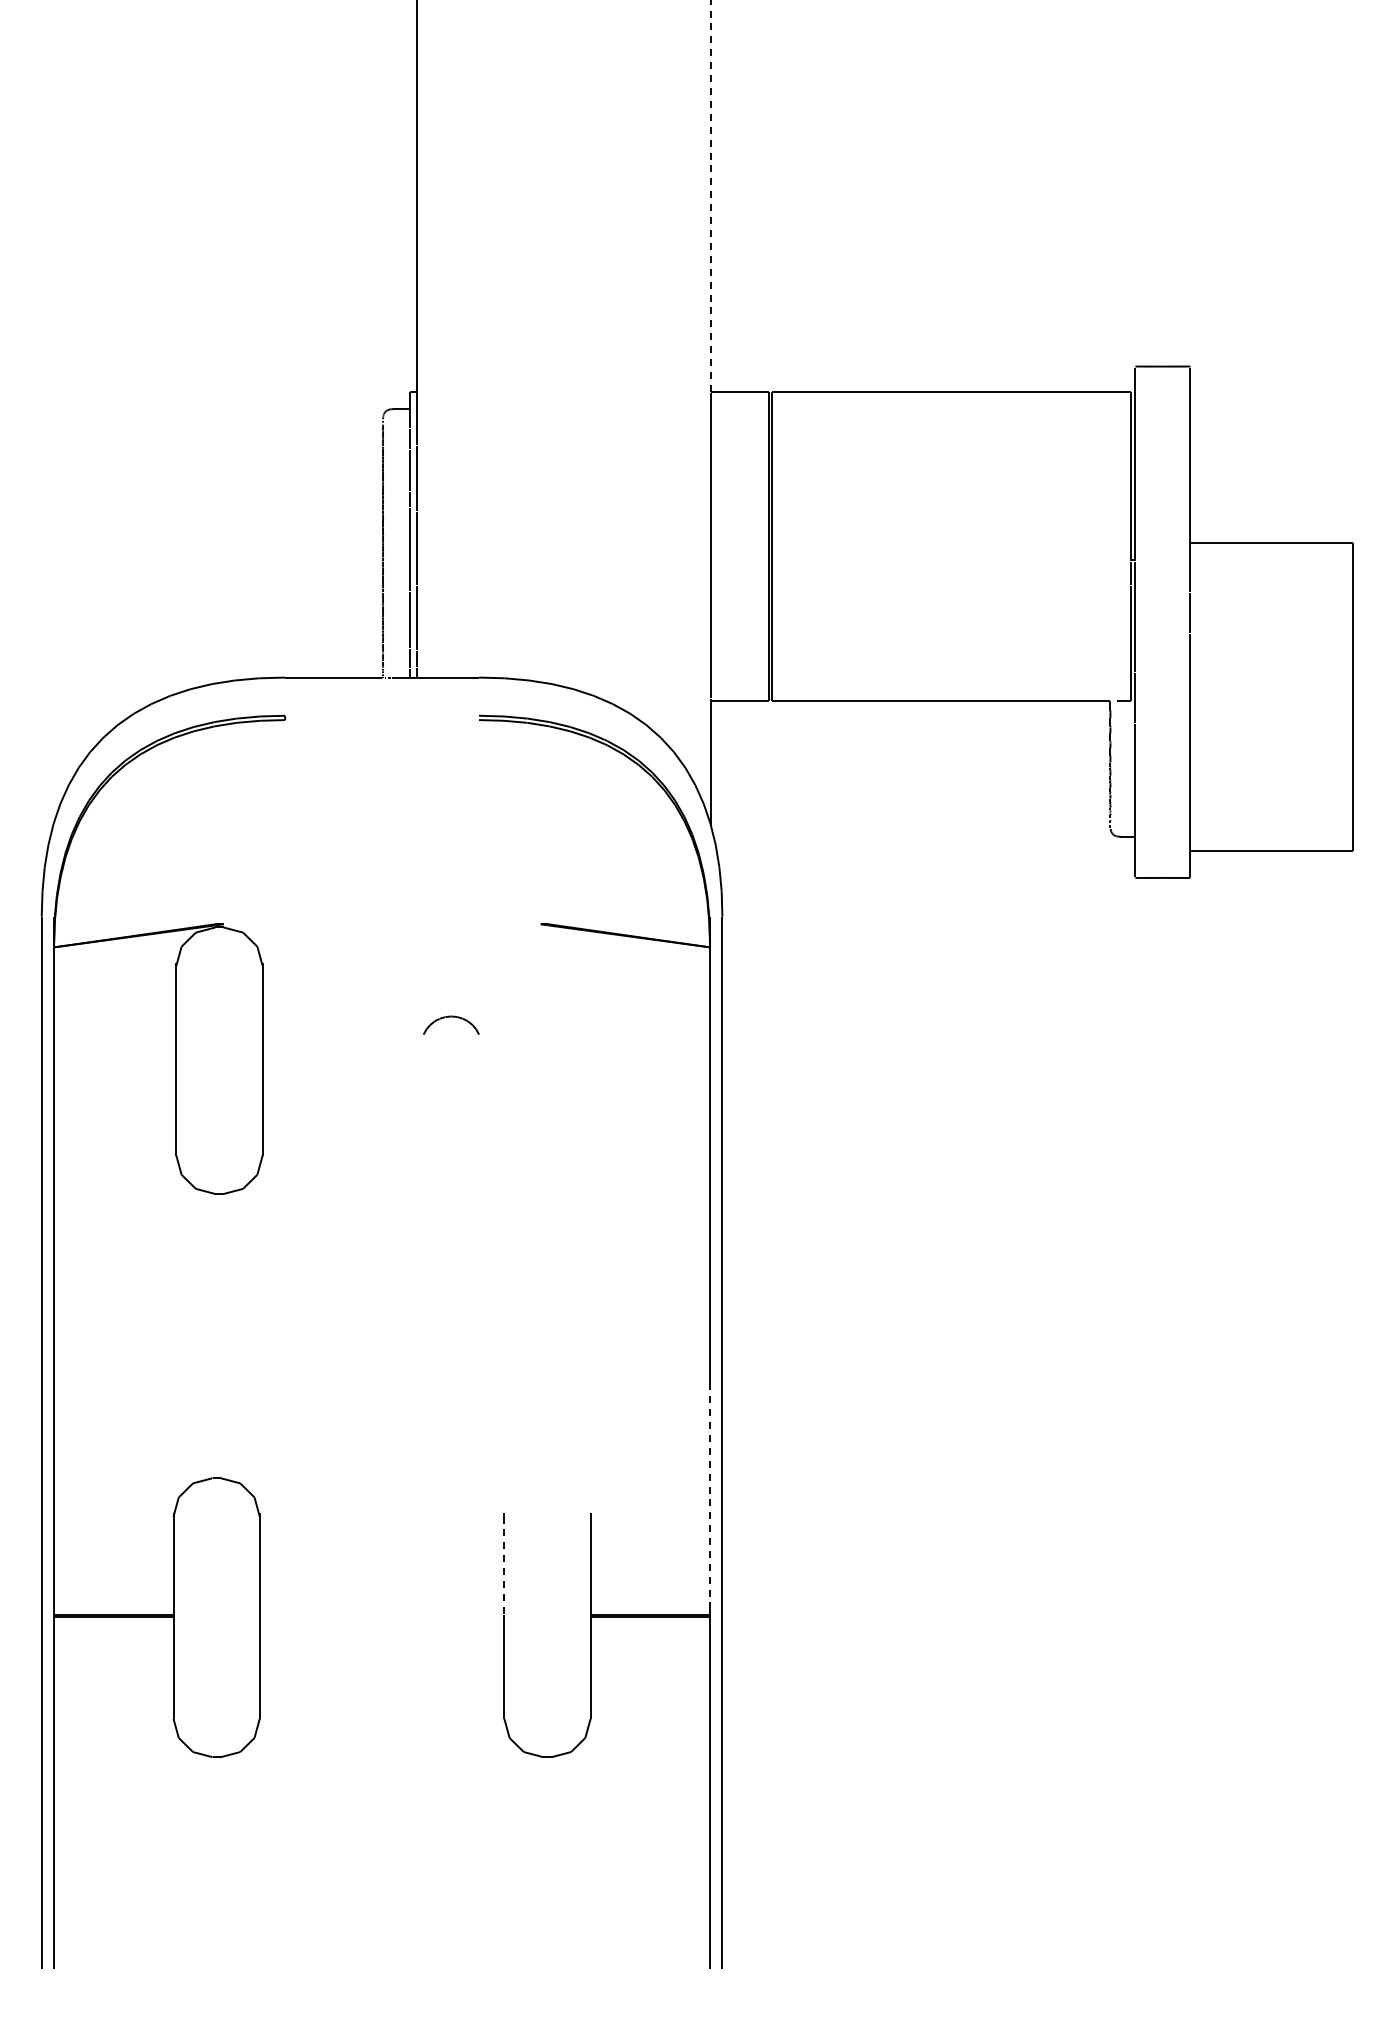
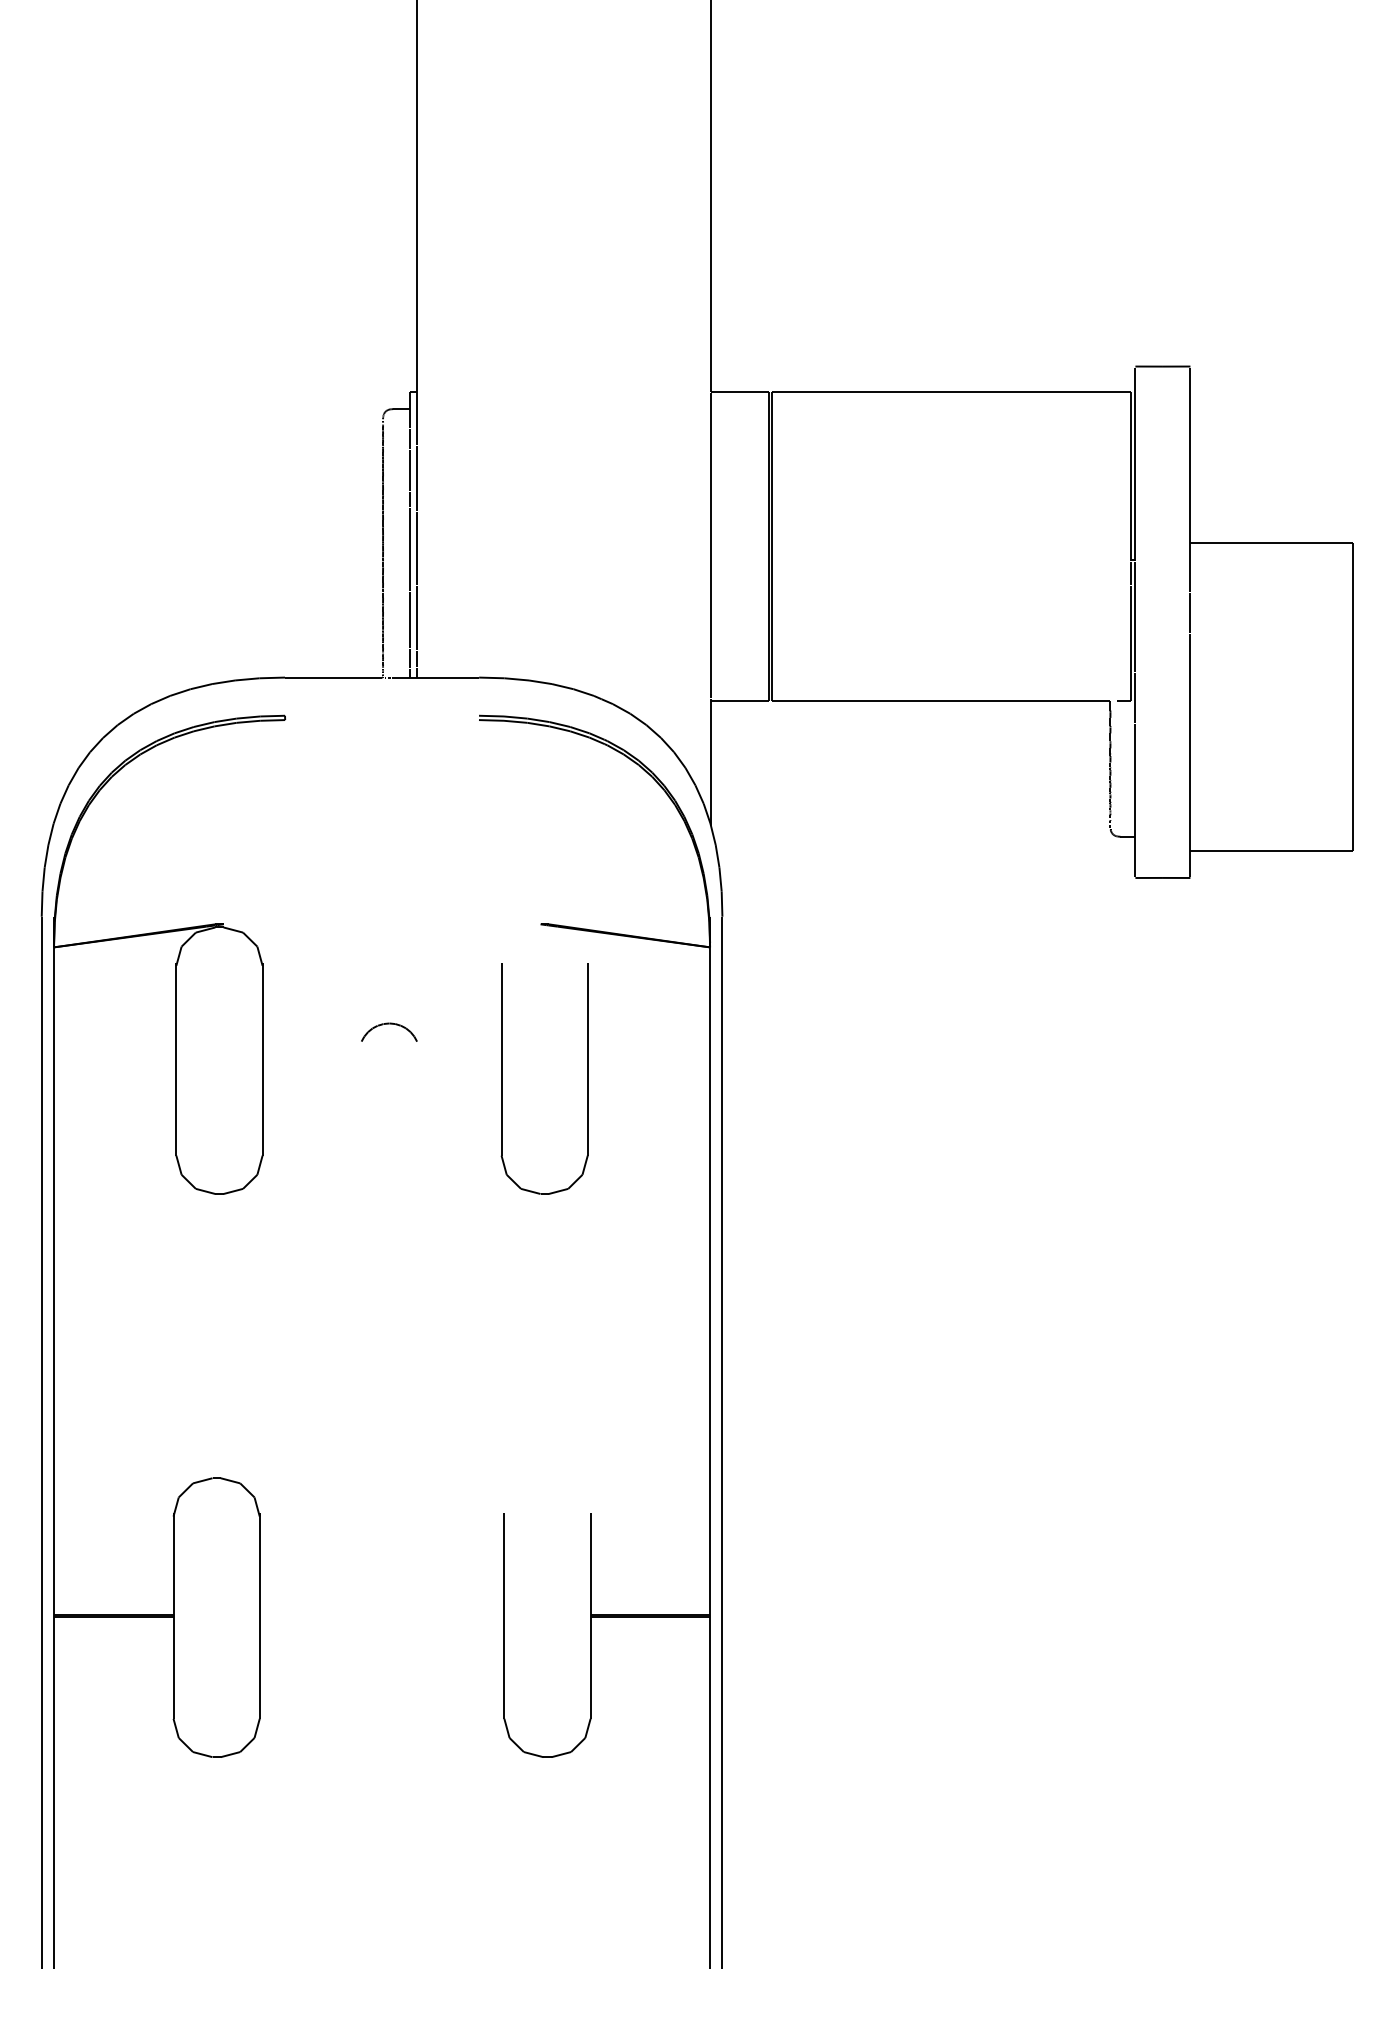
line at (710, 196): dashed -> solid
part at (451, 1017) position: (451, 1017) -> (389, 1024)
part at (502, 1078): none -> present
line at (710, 1492): dashed -> solid
line at (504, 1566): dashed -> solid
